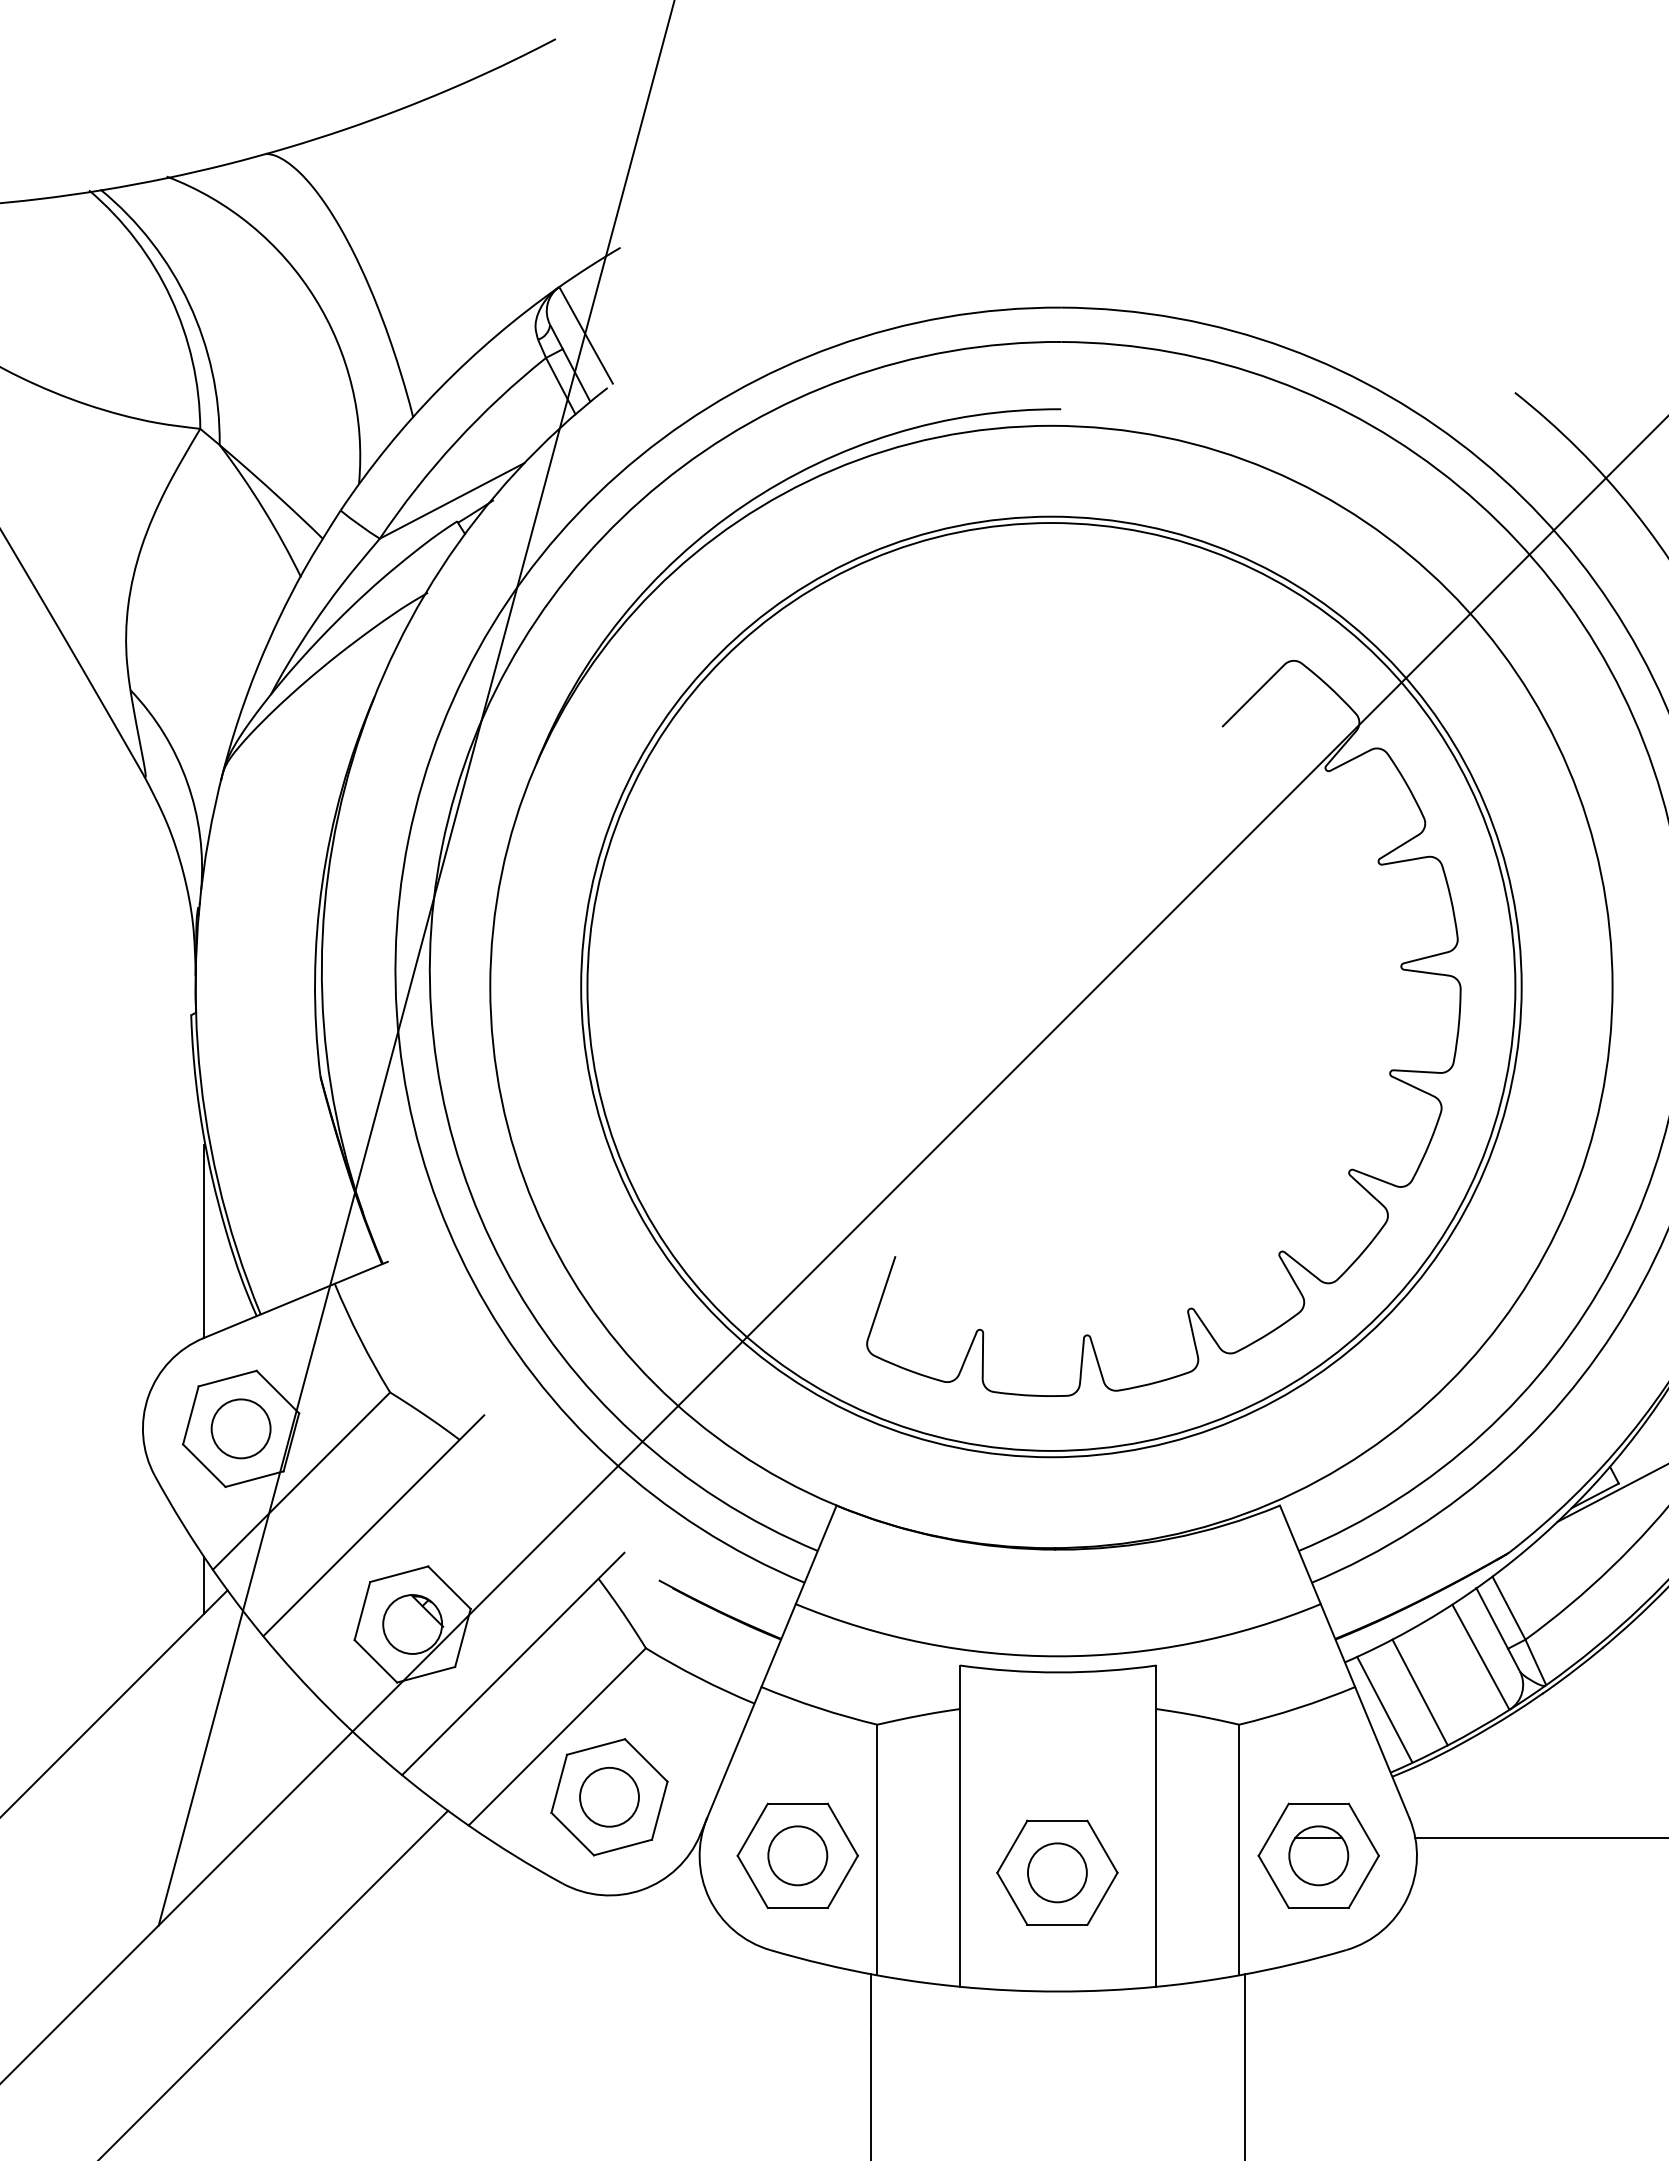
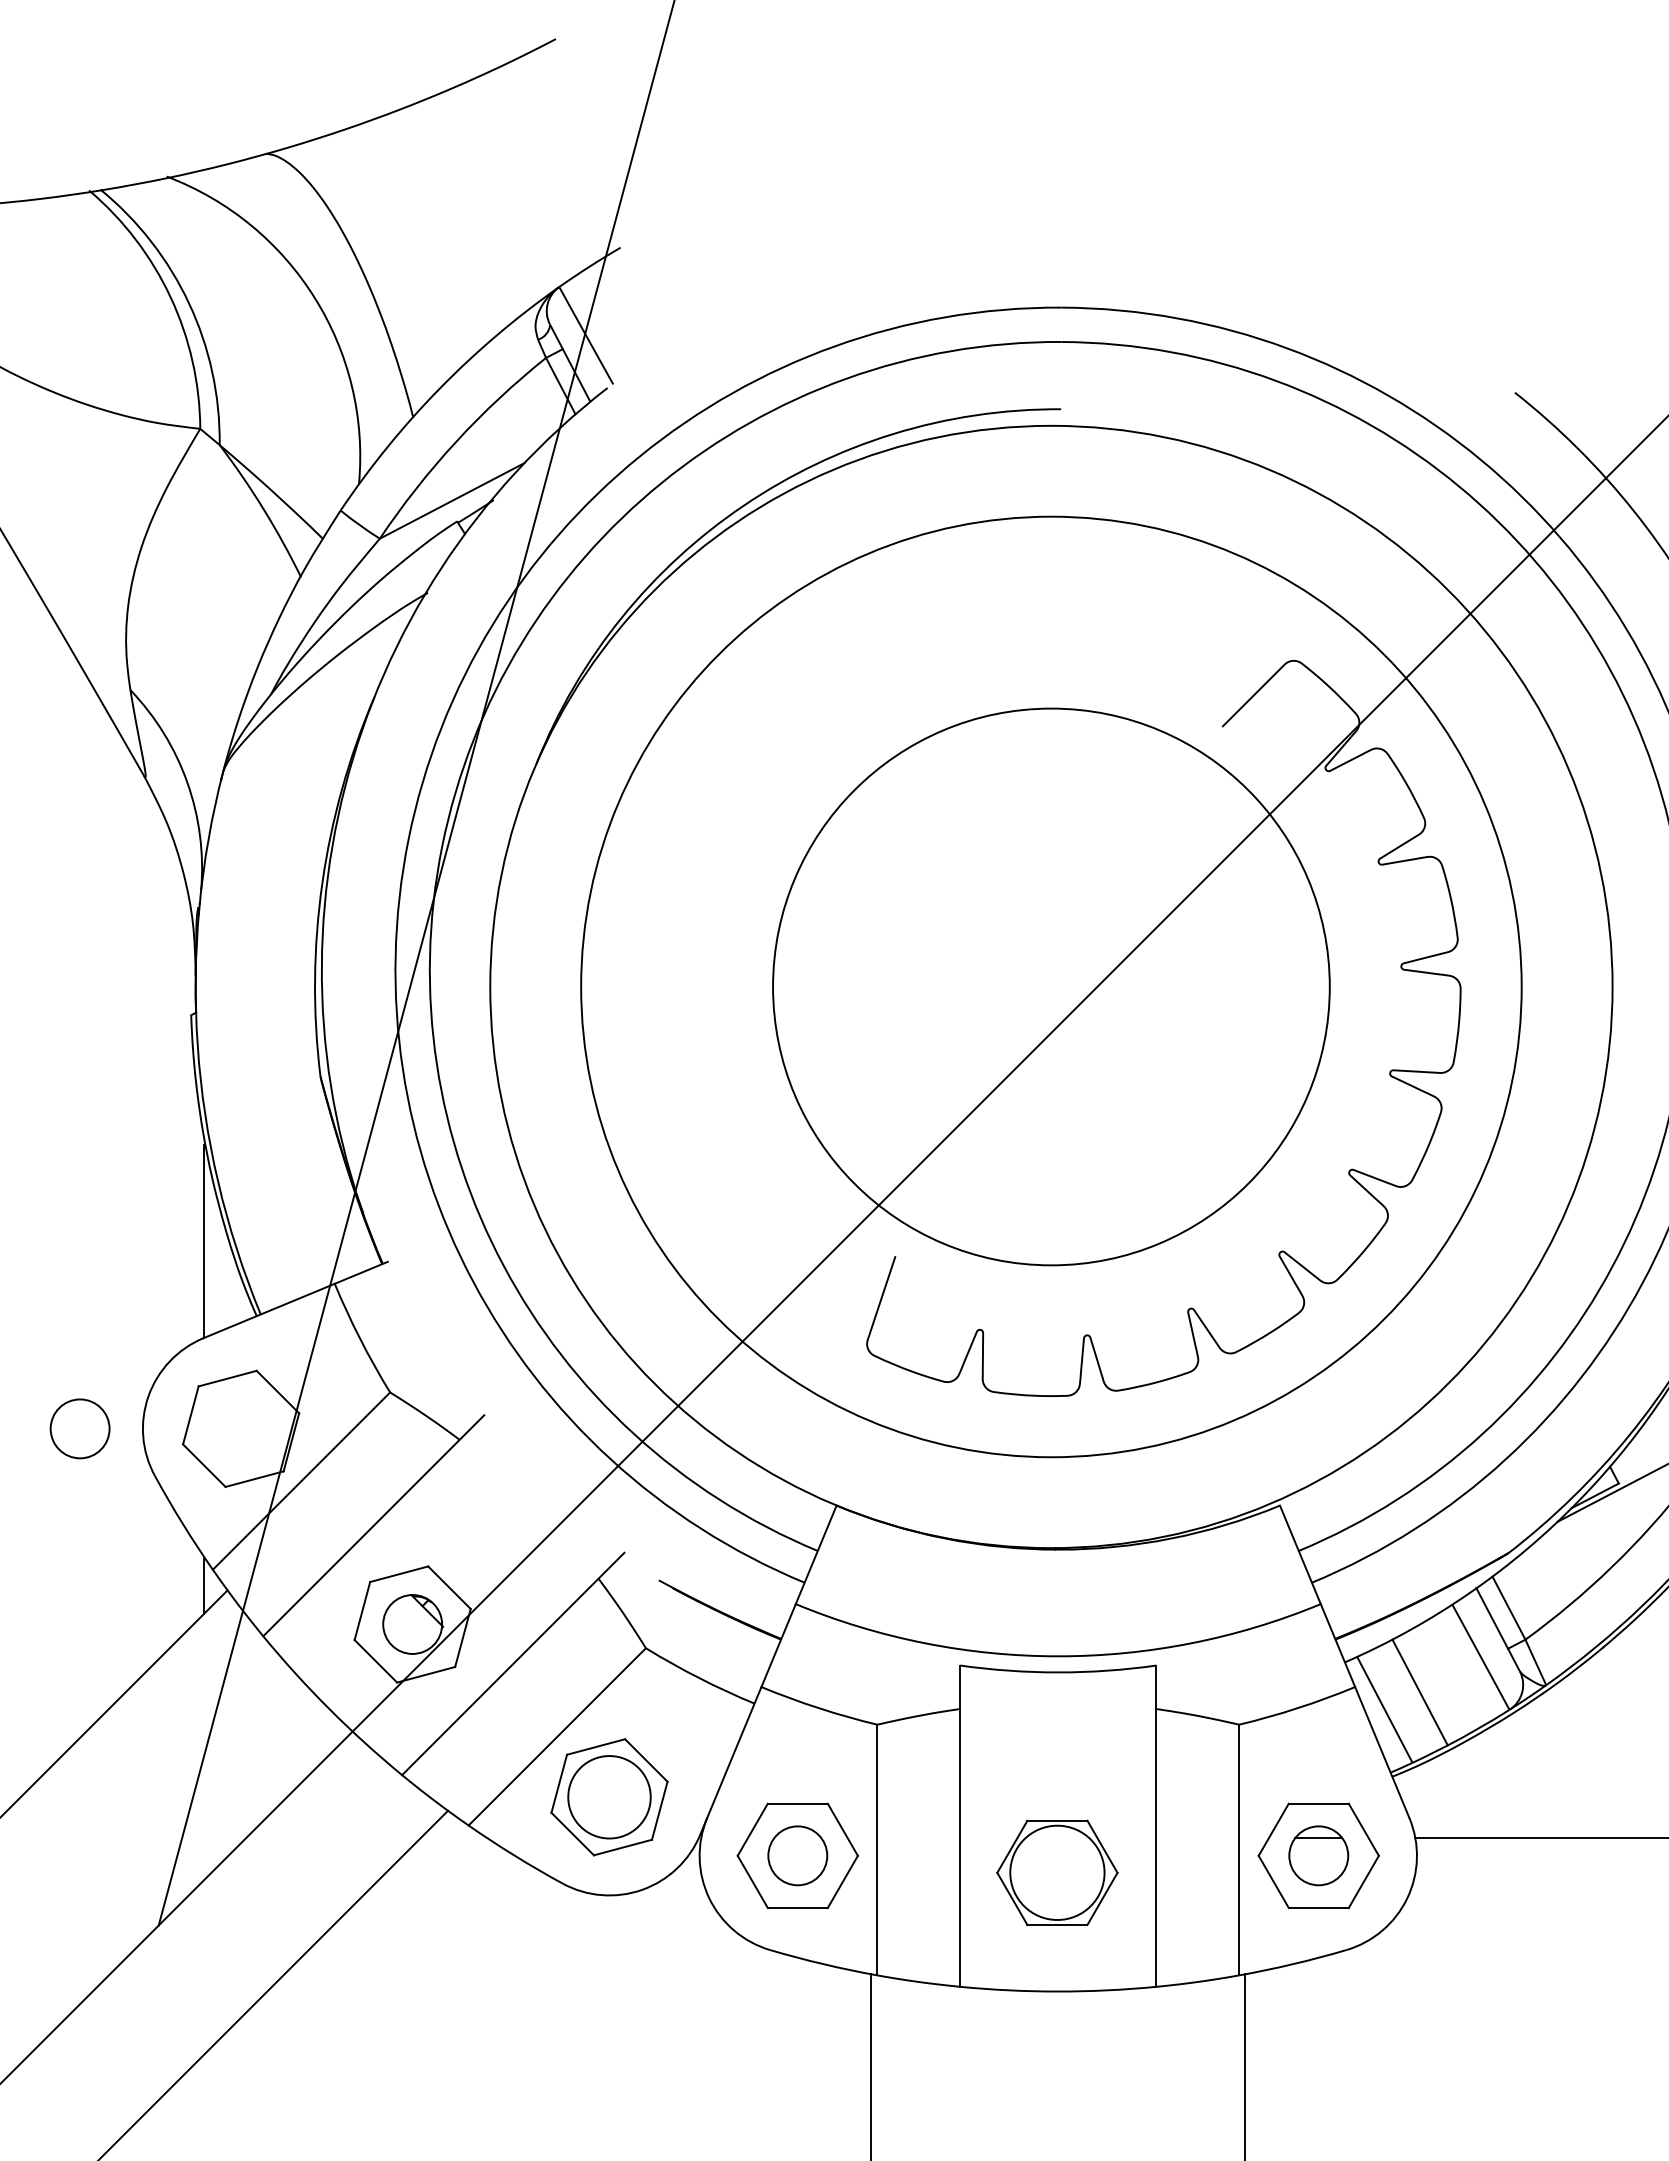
circle at (1051, 986) diameter: 928 px -> 557 px
circle at (240, 1428) position: (240, 1428) -> (79, 1428)
circle at (609, 1796) diameter: 59 px -> 82 px
circle at (1056, 1872) diameter: 59 px -> 94 px
